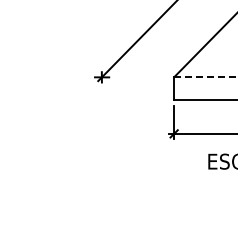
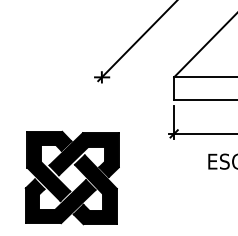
line at (206, 77): dashed -> solid
part at (71, 177): none -> present
